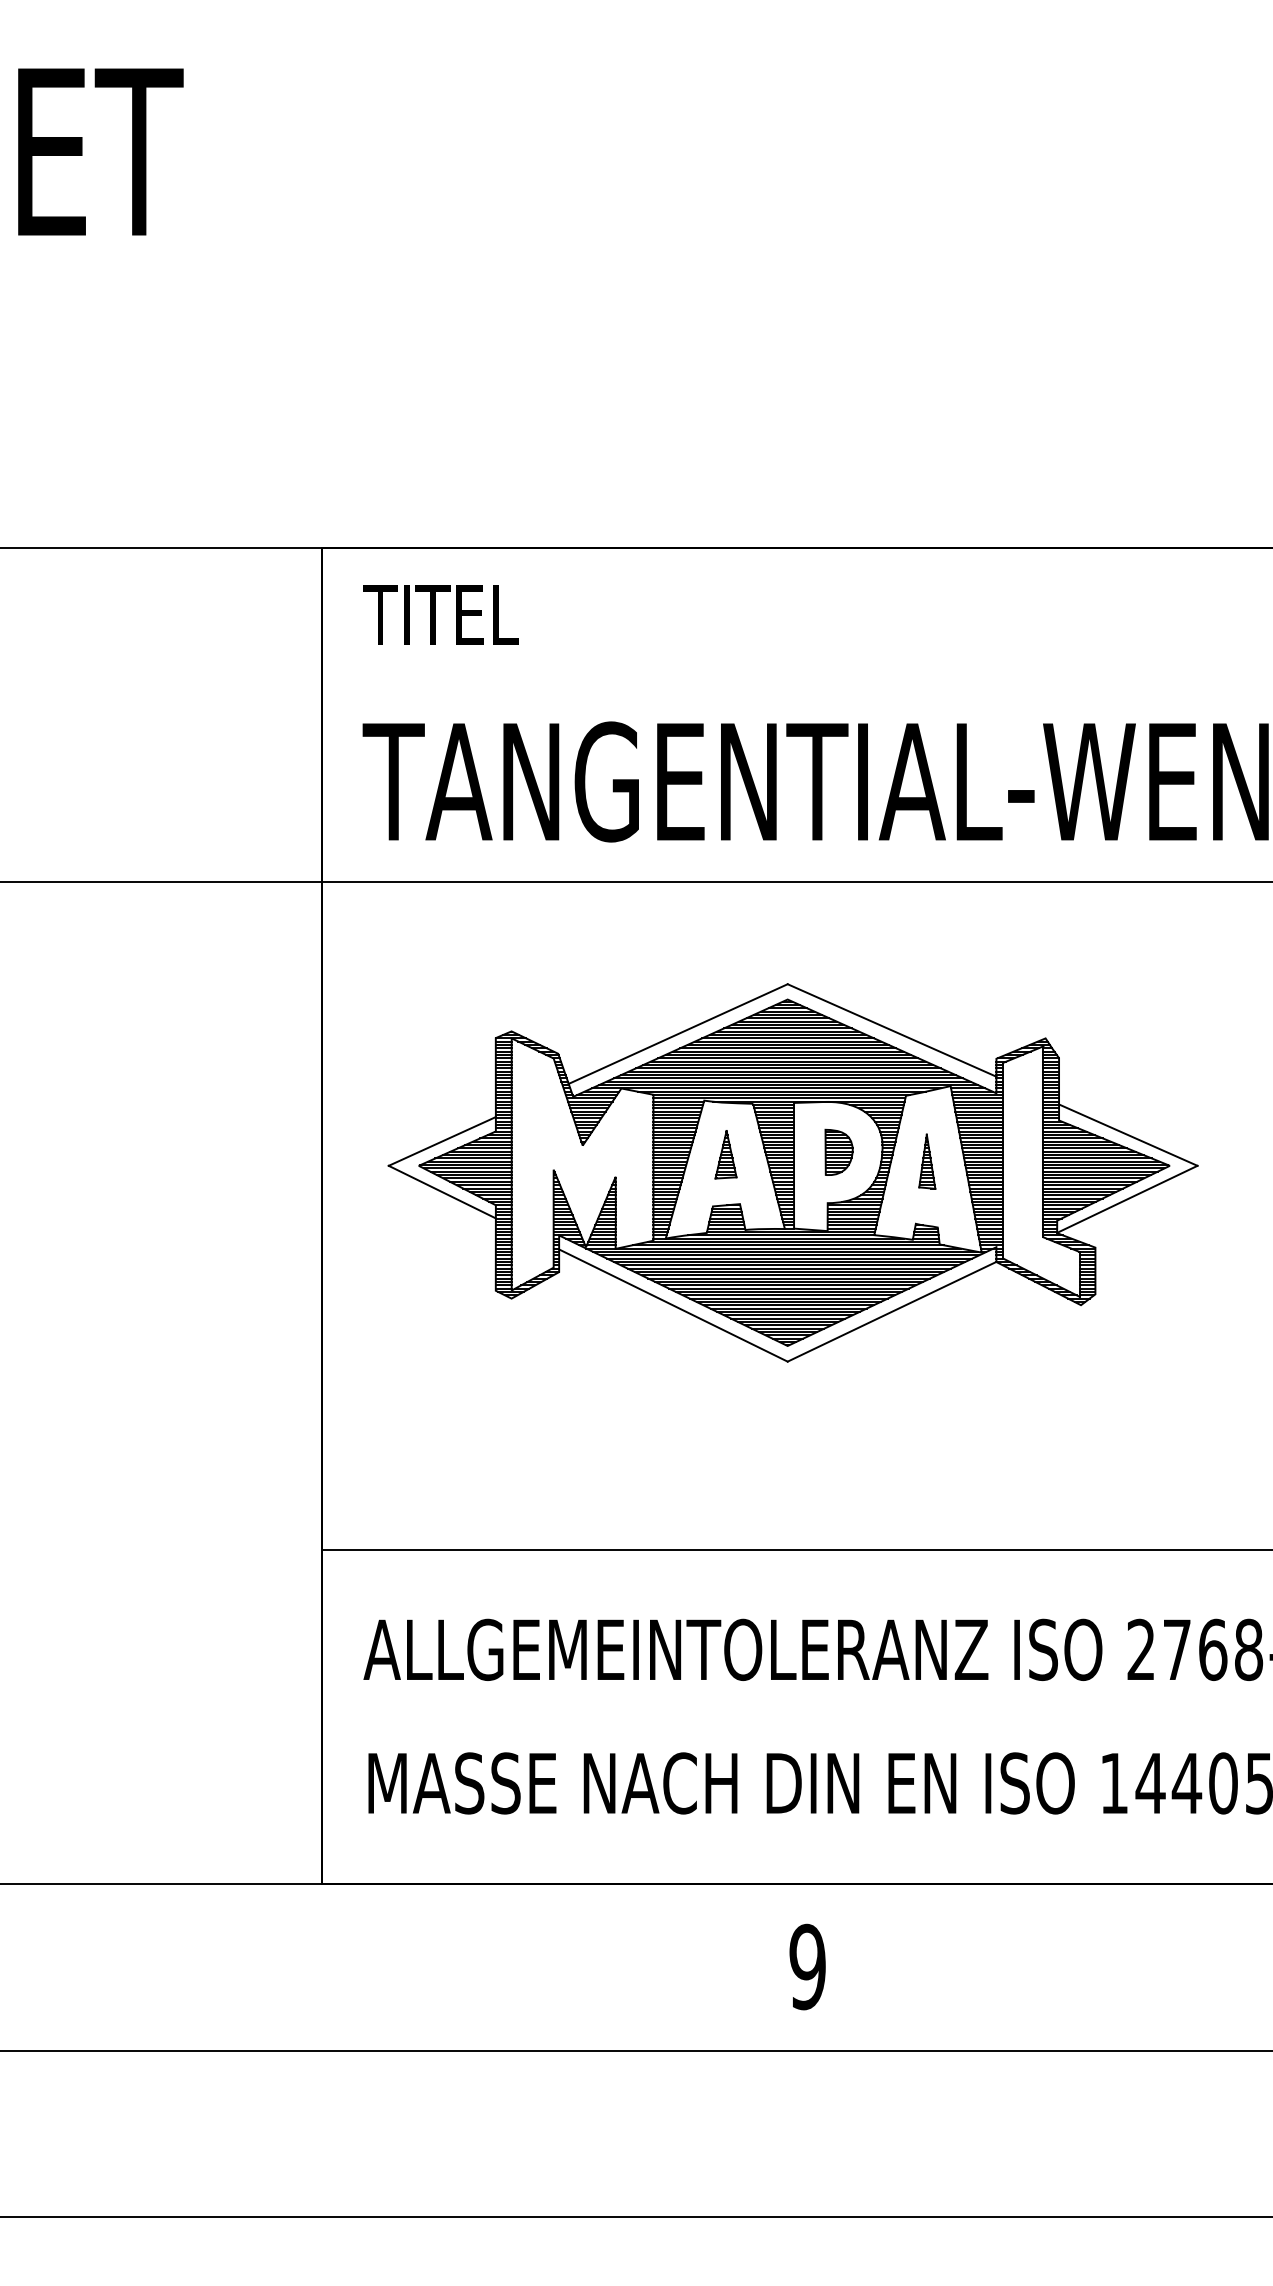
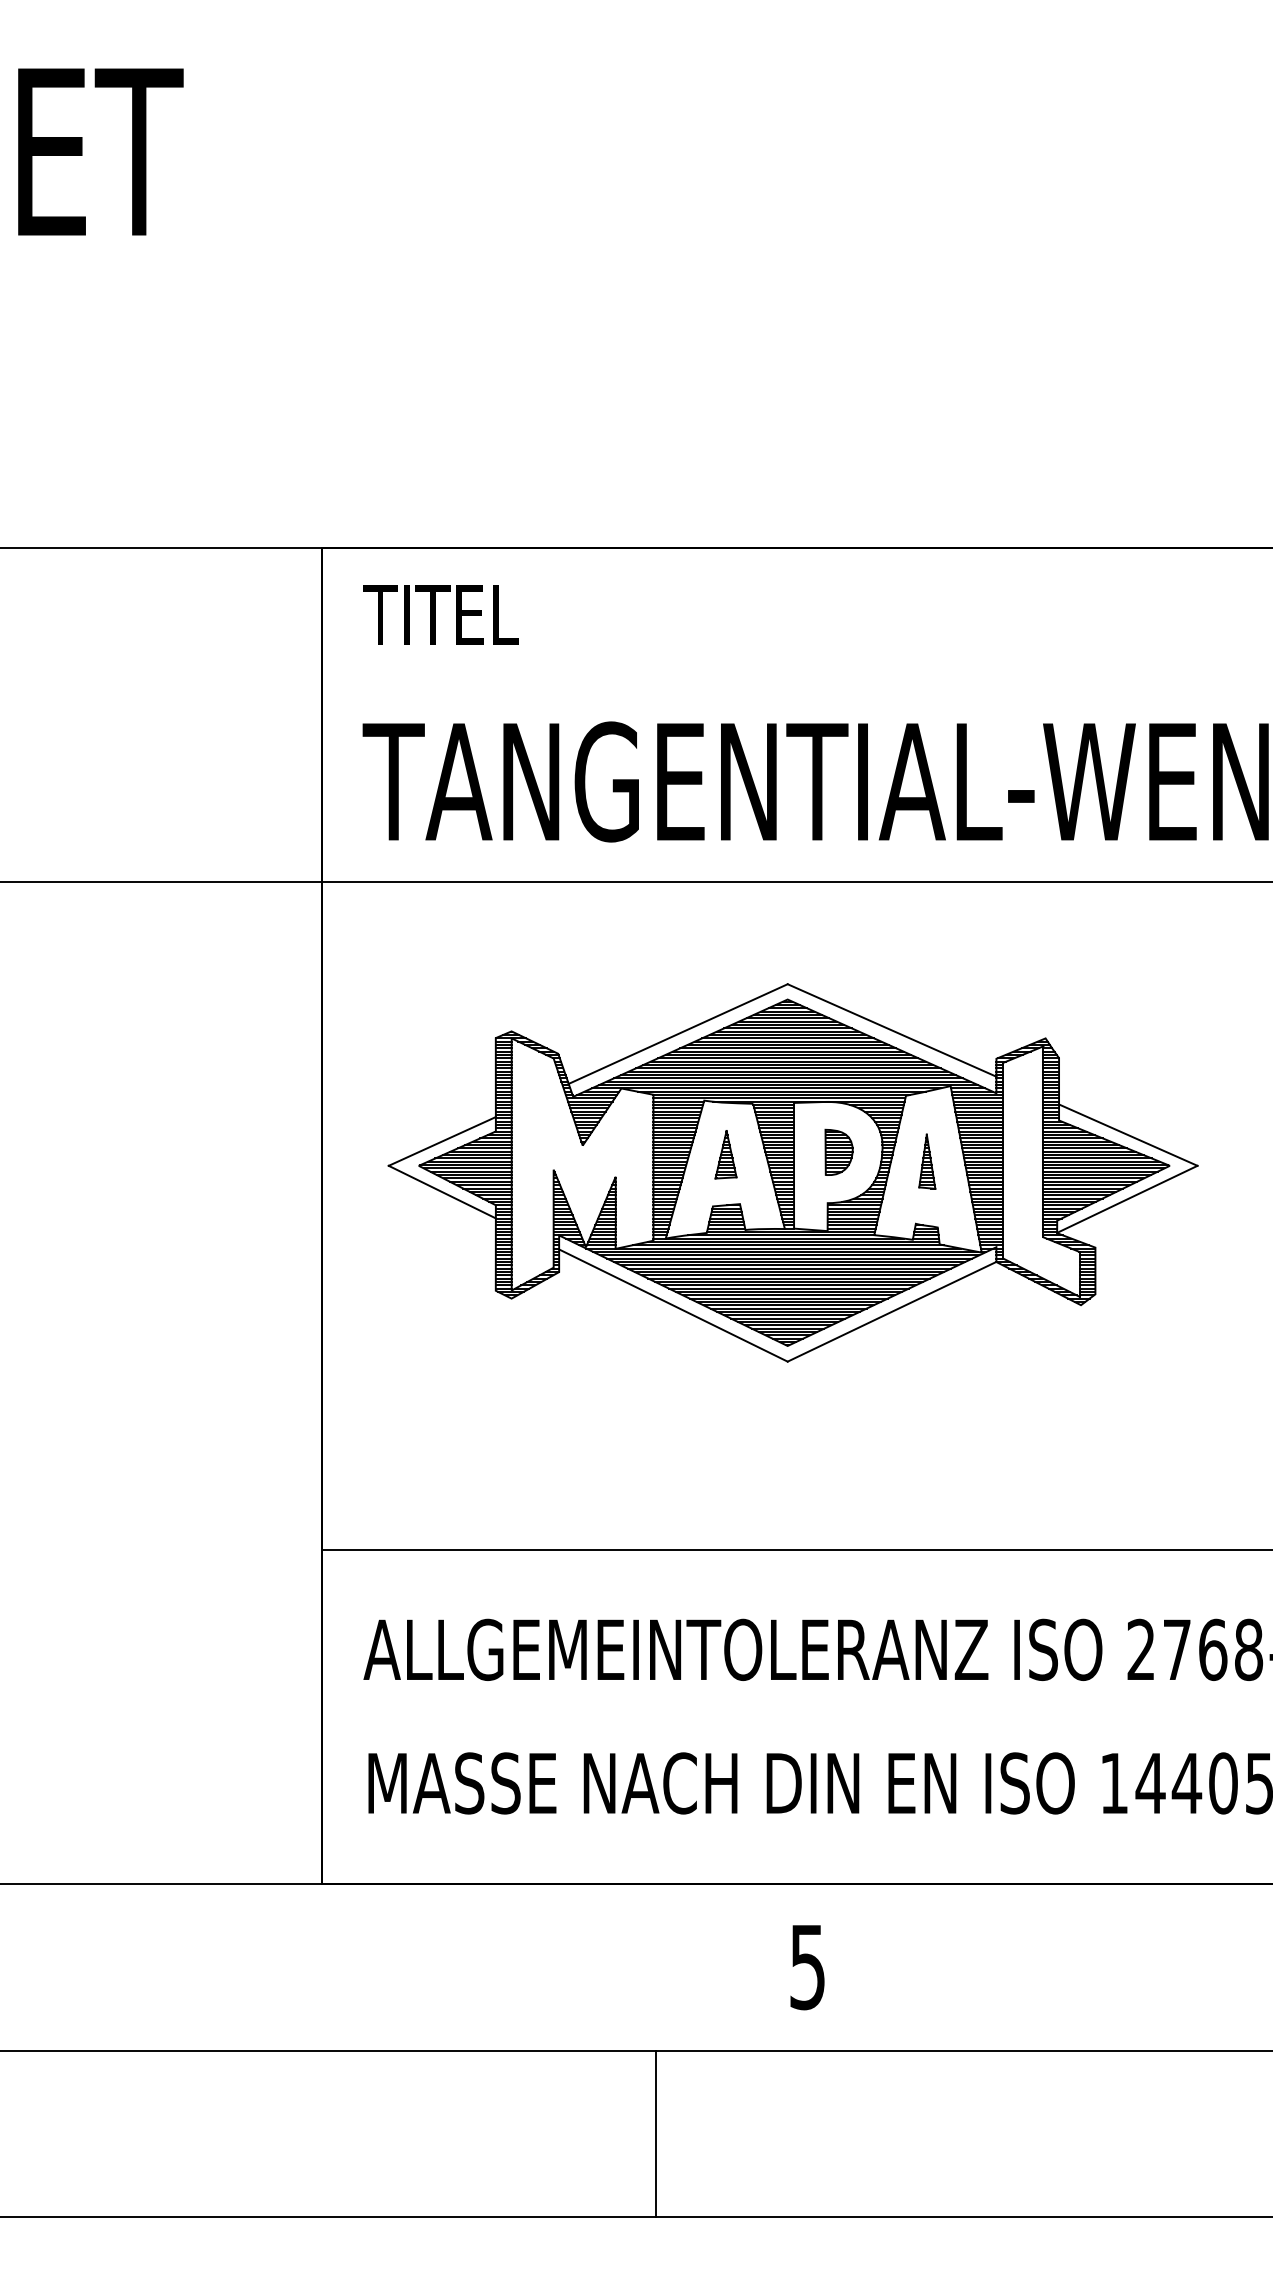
text at (807, 1966): 9 -> 5
line at (655, 2133): none -> present
